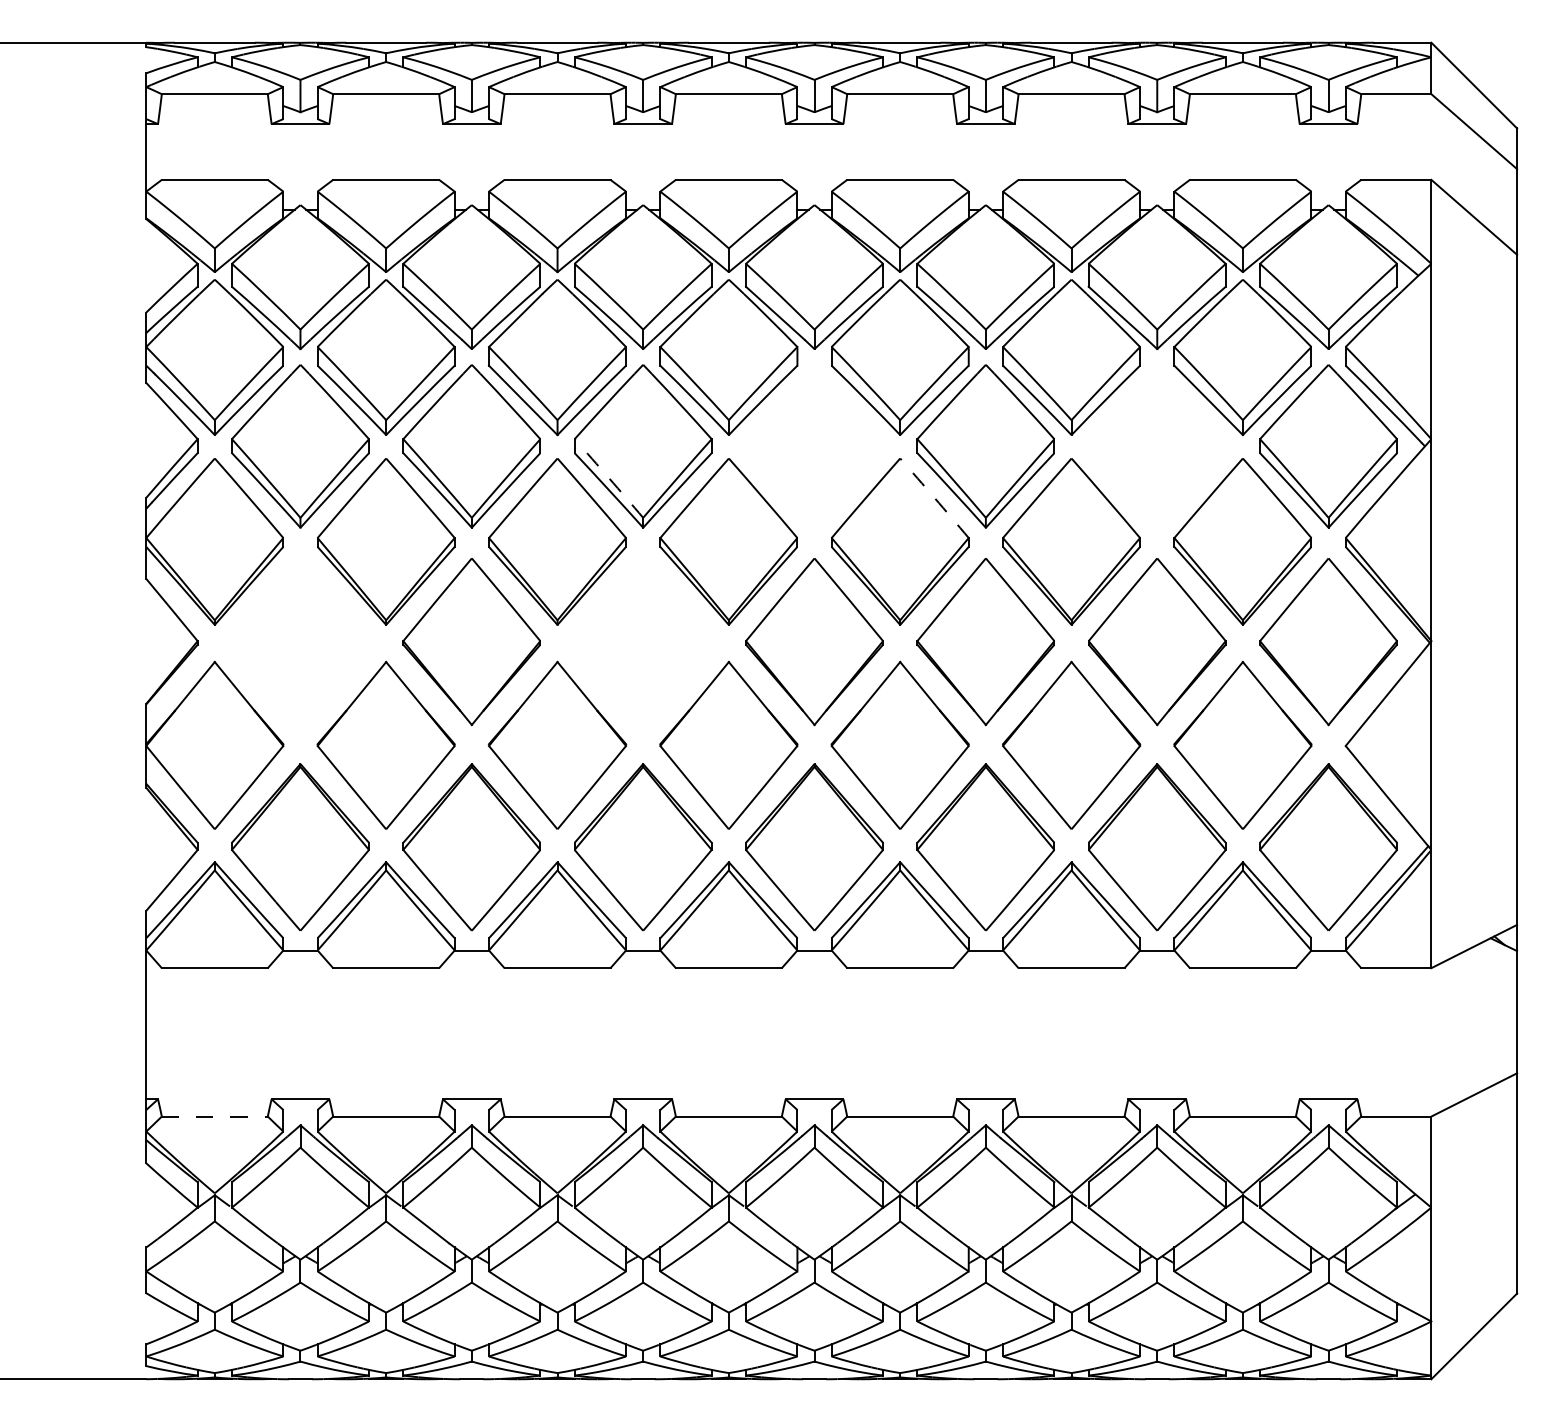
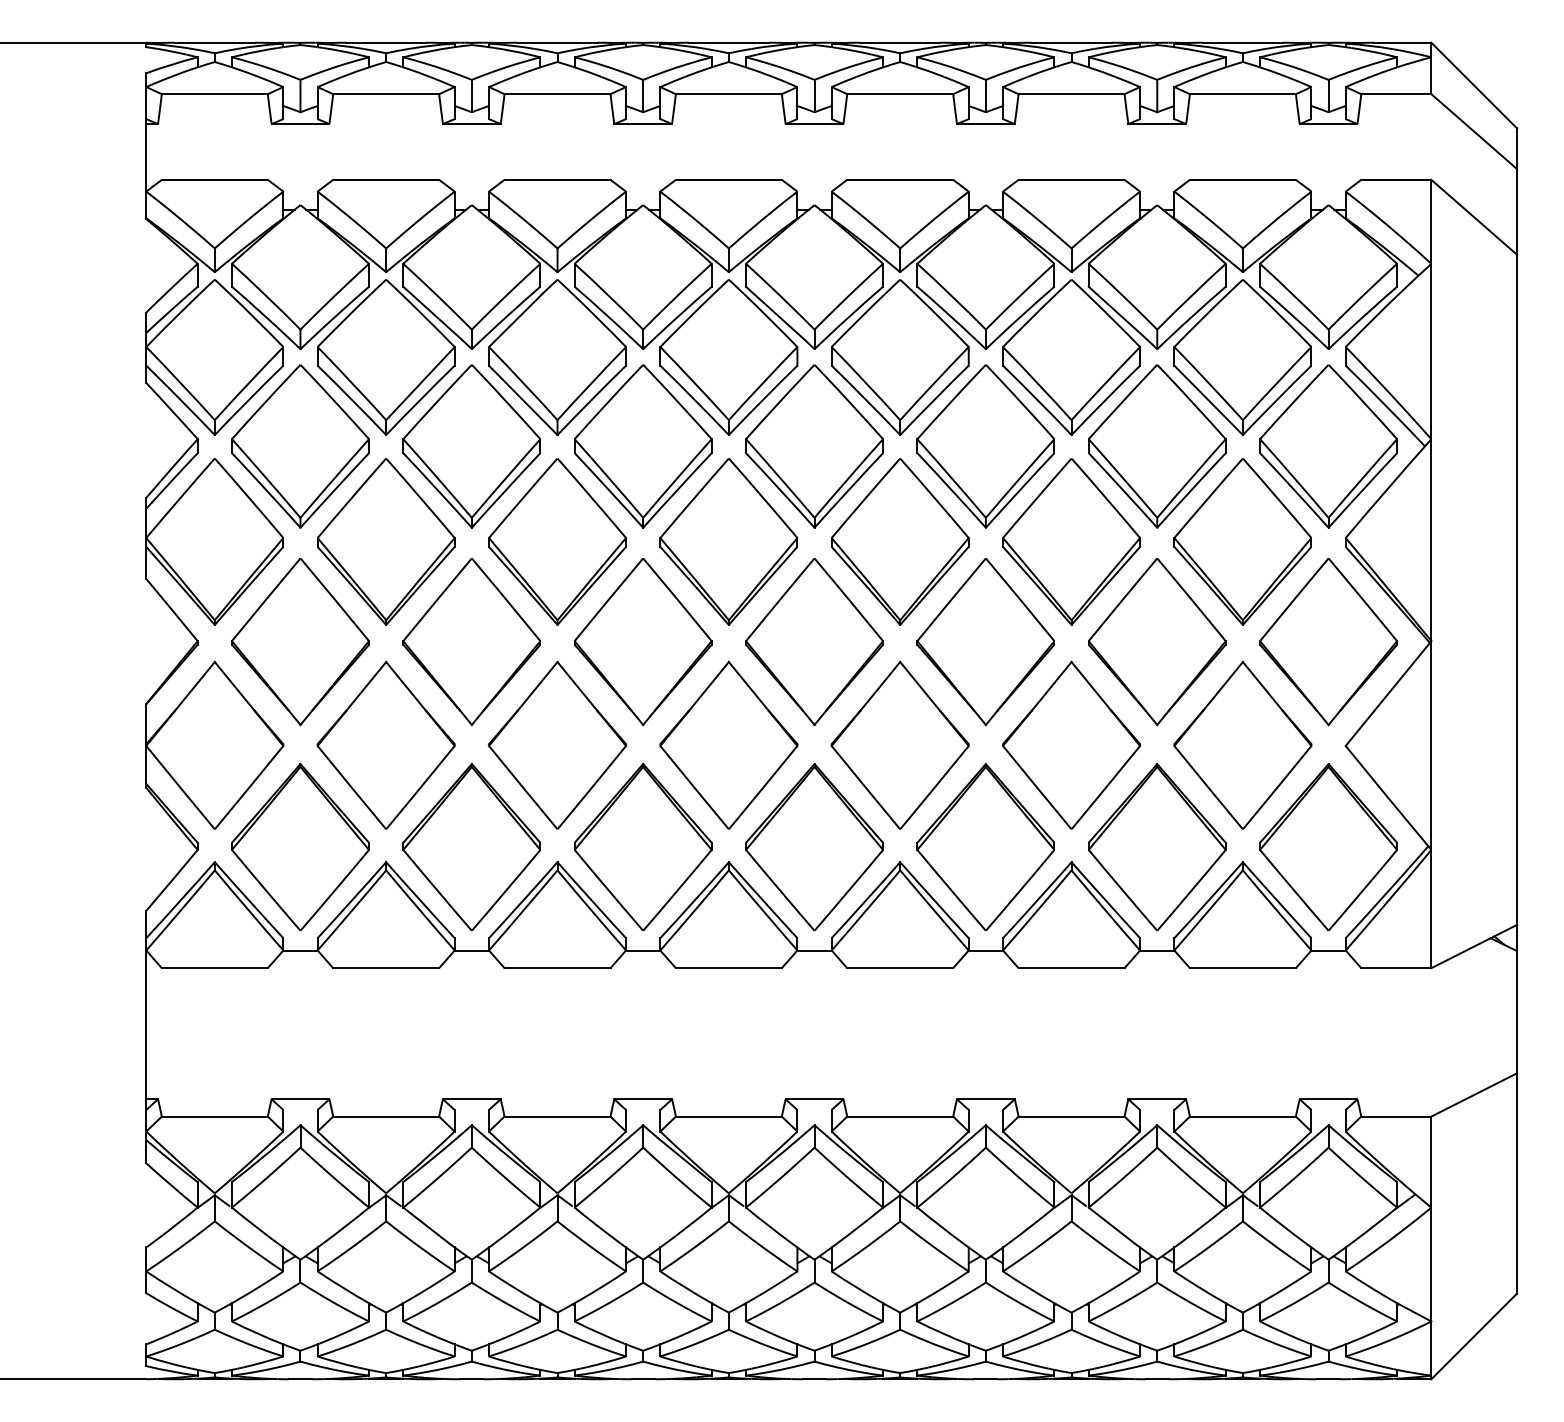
part at (814, 446): none -> present
part at (1157, 446): none -> present
arc at (609, 478): dashed -> solid
arc at (934, 498): dashed -> solid
part at (300, 642): none -> present
part at (643, 642): none -> present
line at (214, 1116): dashed -> solid
